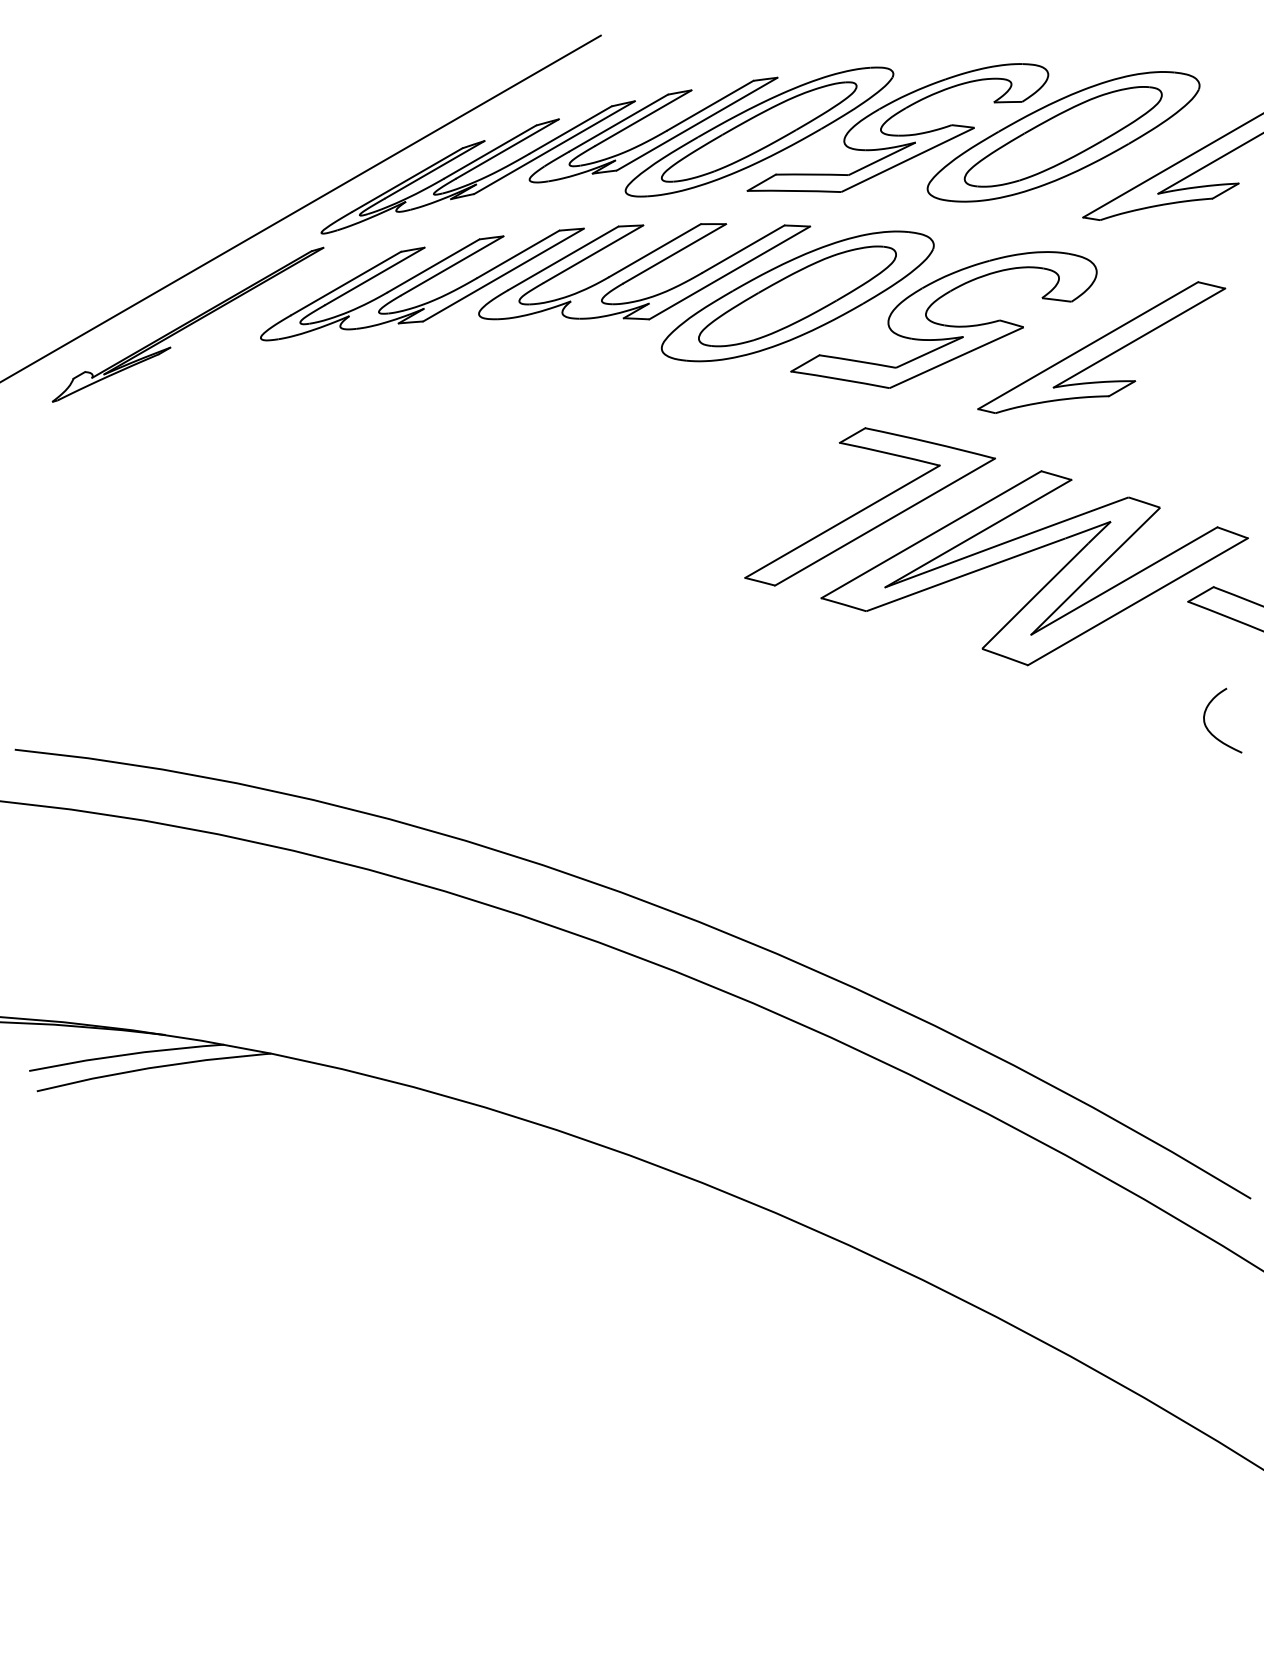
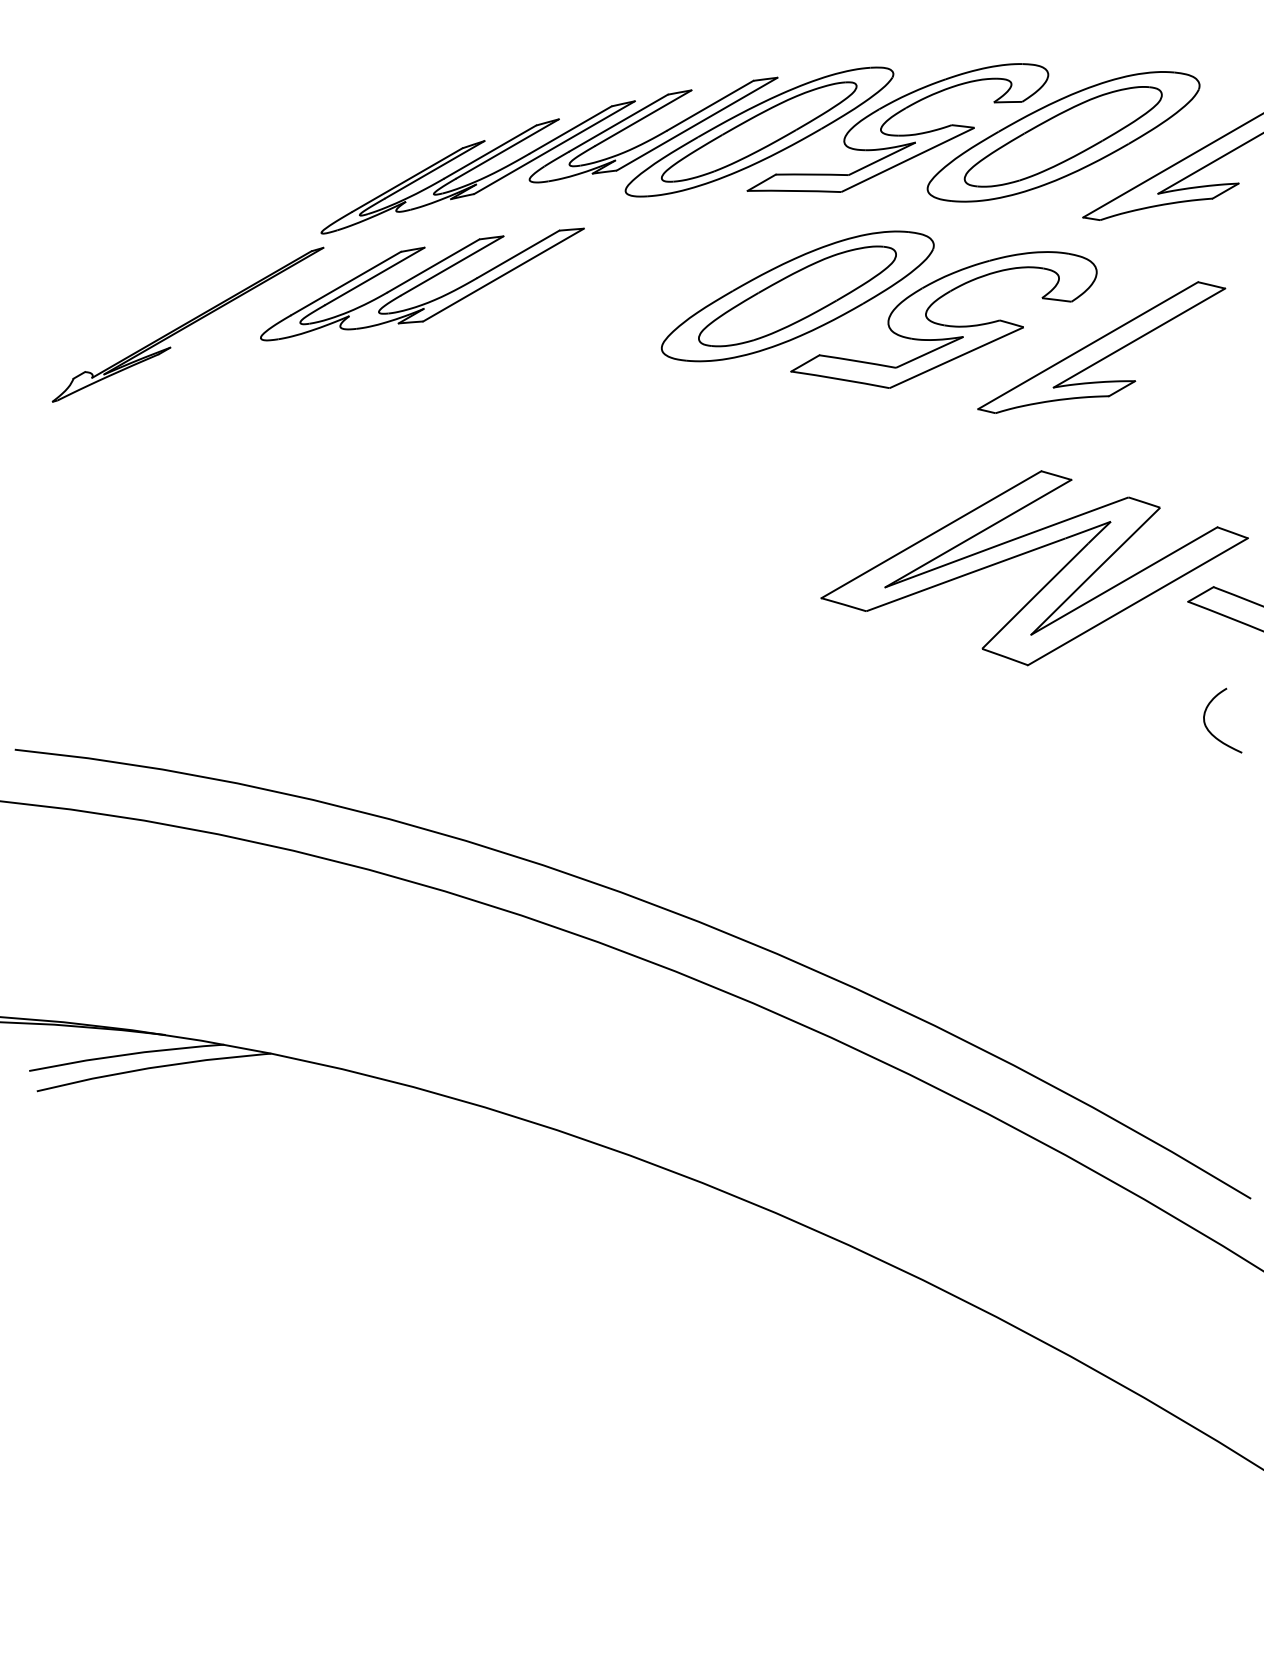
line at (301, 208): present -> none
part at (644, 271): present -> none
part at (869, 506): present -> none
